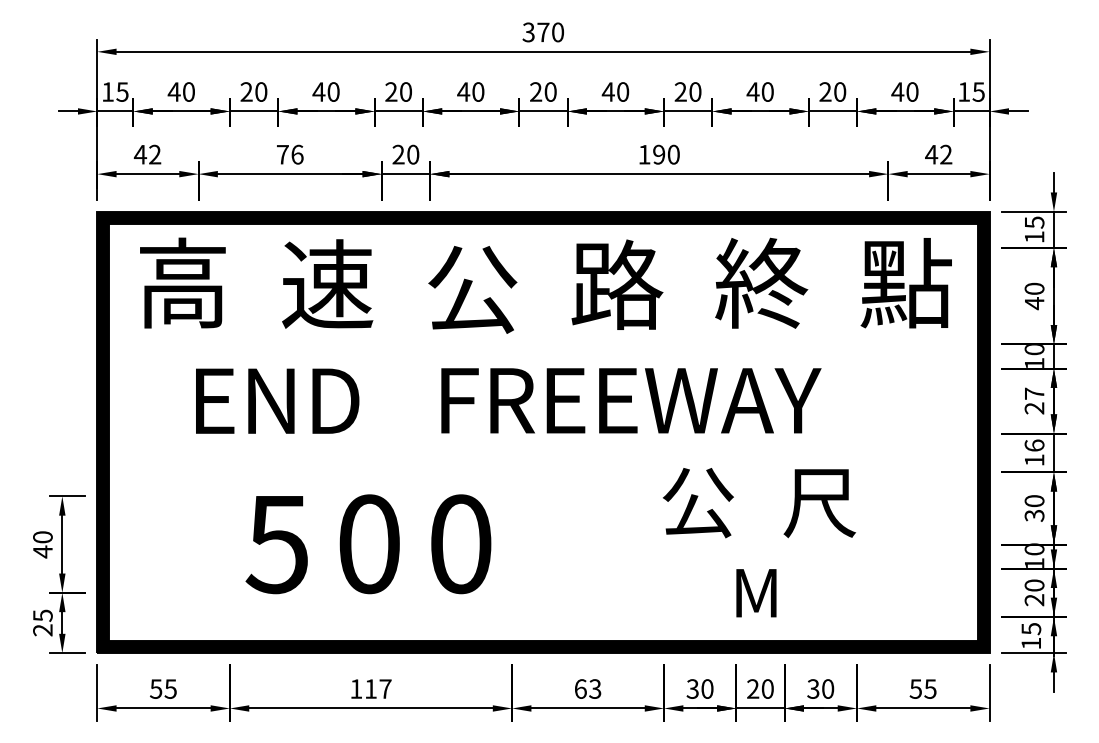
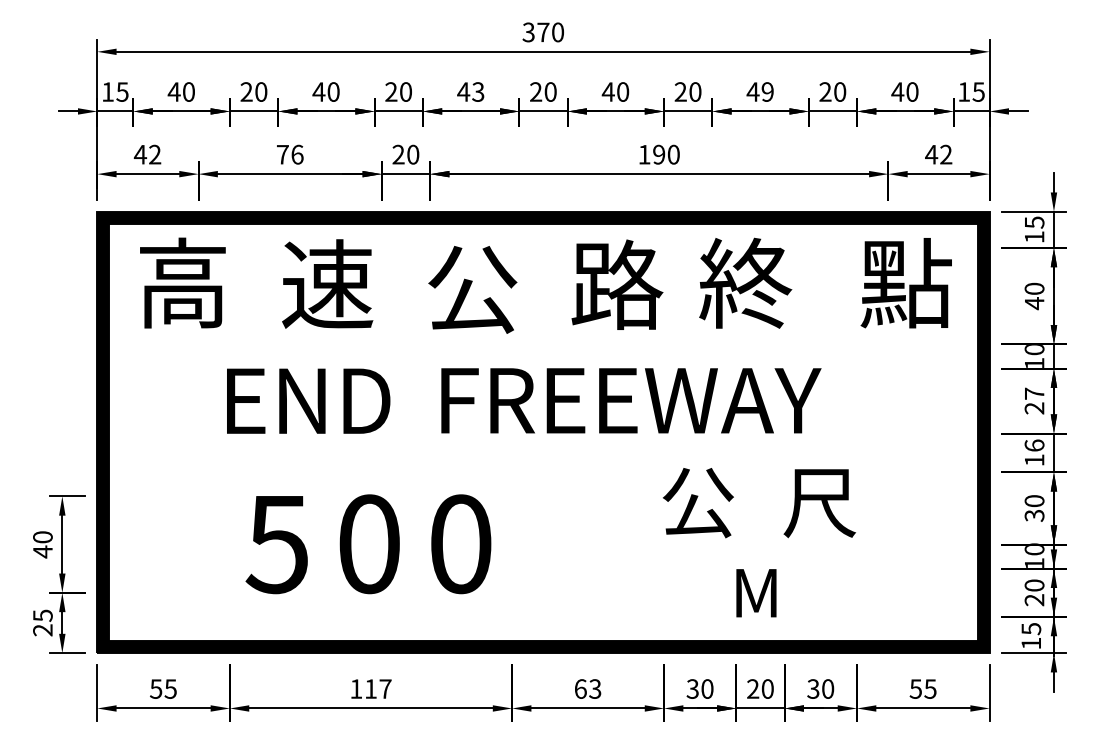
text at (478, 91): 40 -> 43
text at (767, 91): 40 -> 49
text at (761, 282) position: (761, 282) -> (745, 282)
text at (277, 400) position: (277, 400) -> (308, 400)
